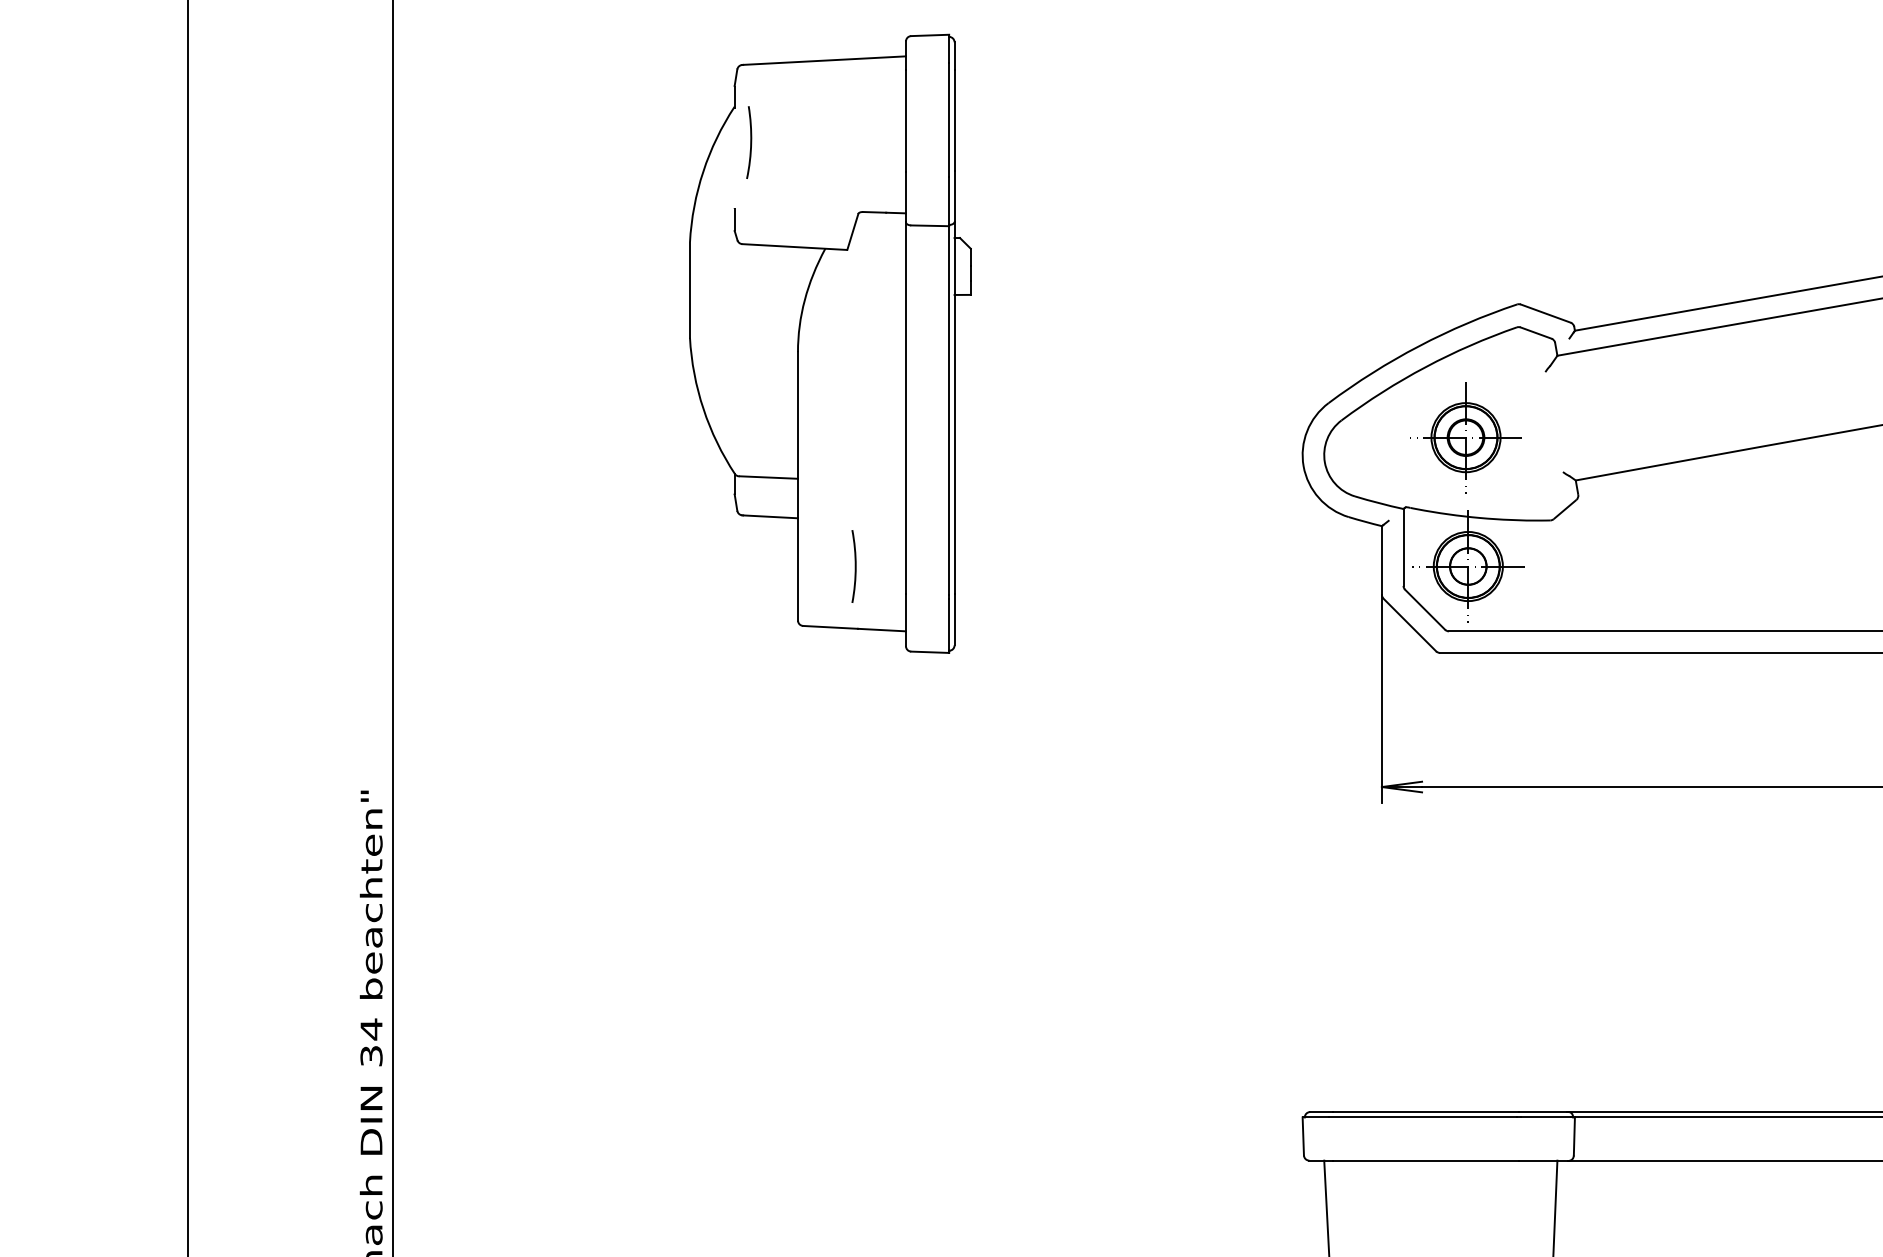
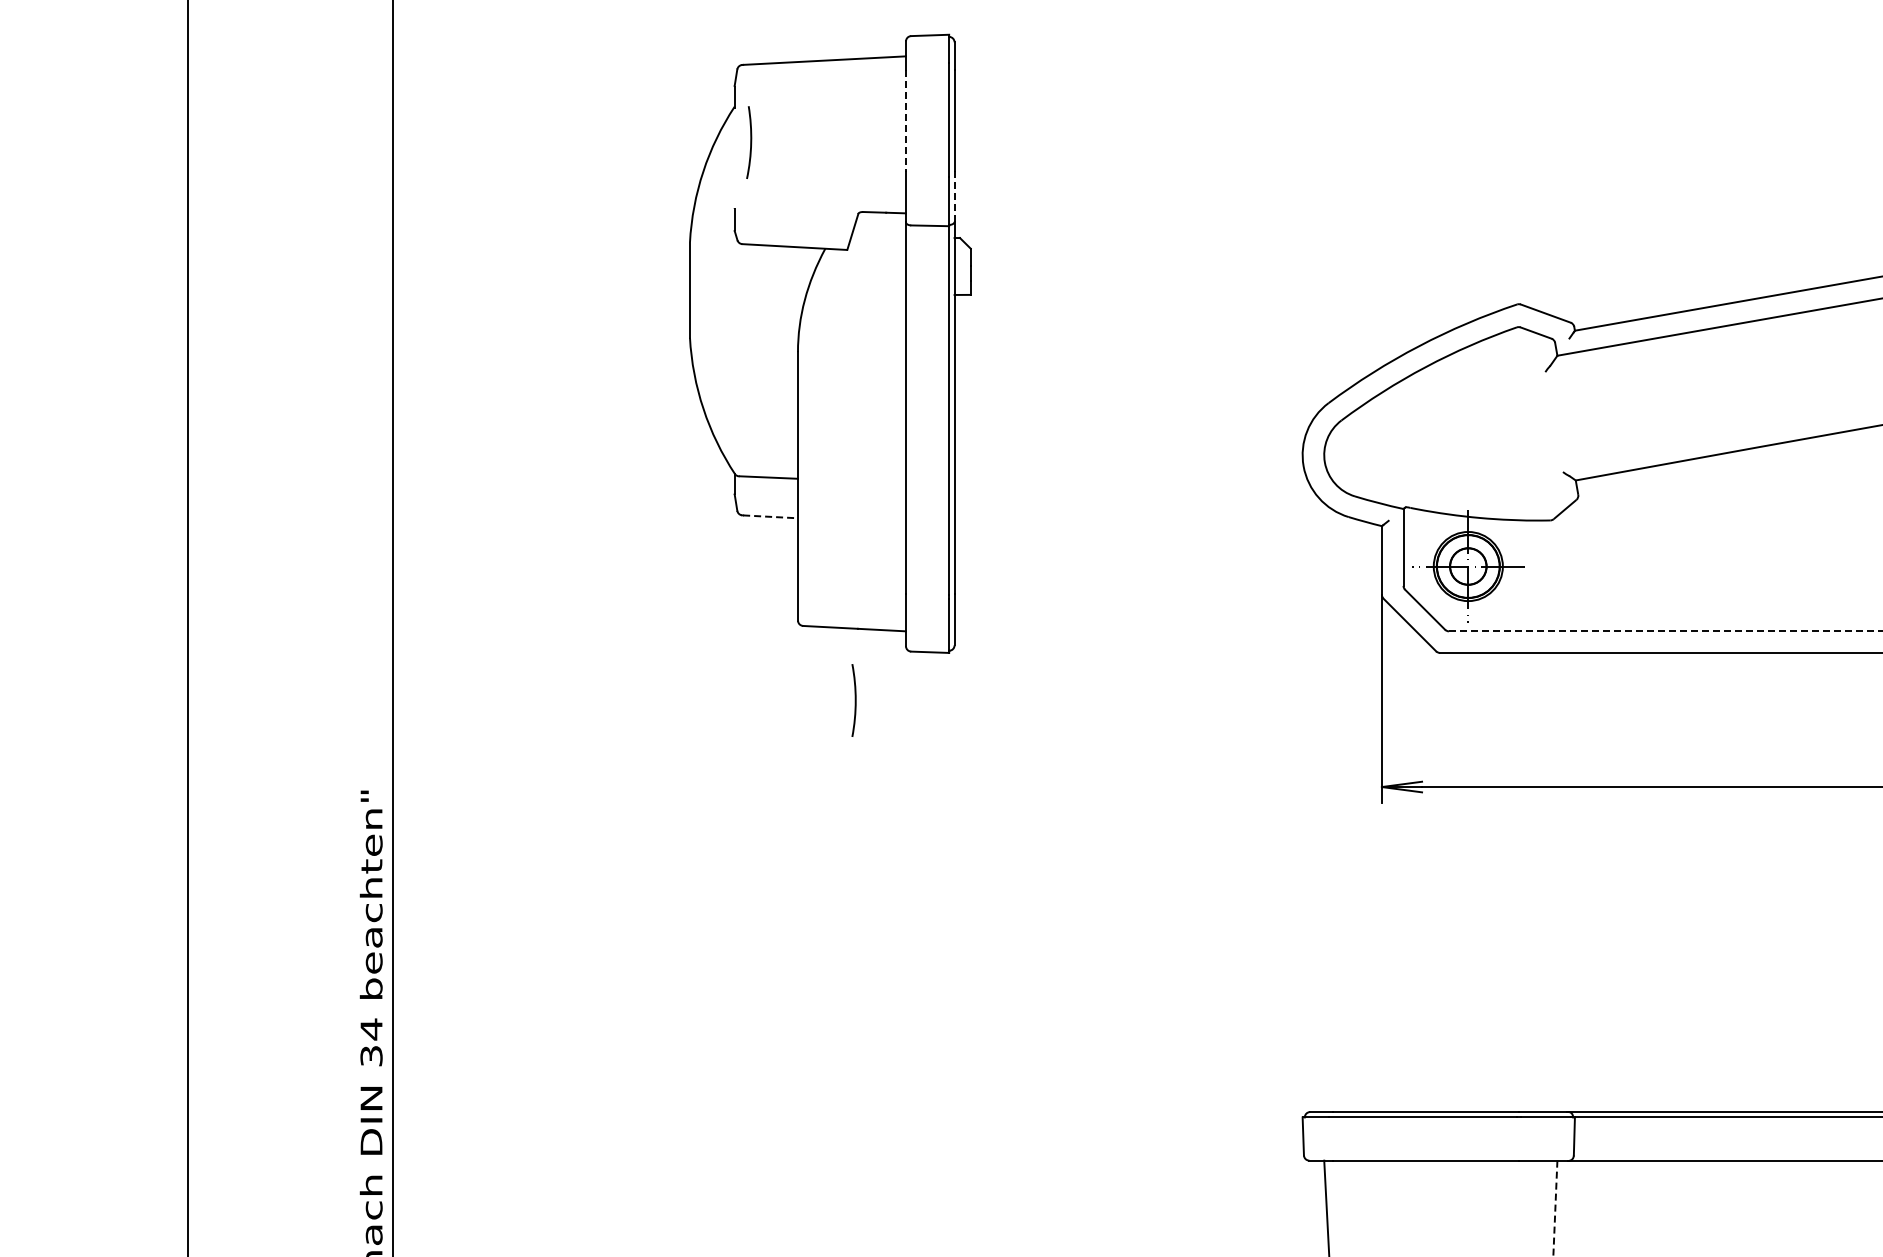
line at (905, 121): solid -> dashed
line at (954, 195): solid -> dashed
part at (1465, 437): present -> none
line at (771, 516): solid -> dashed
arc at (854, 566) position: (854, 566) -> (854, 700)
line at (1665, 631): solid -> dashed
line at (1555, 1208): solid -> dashed
